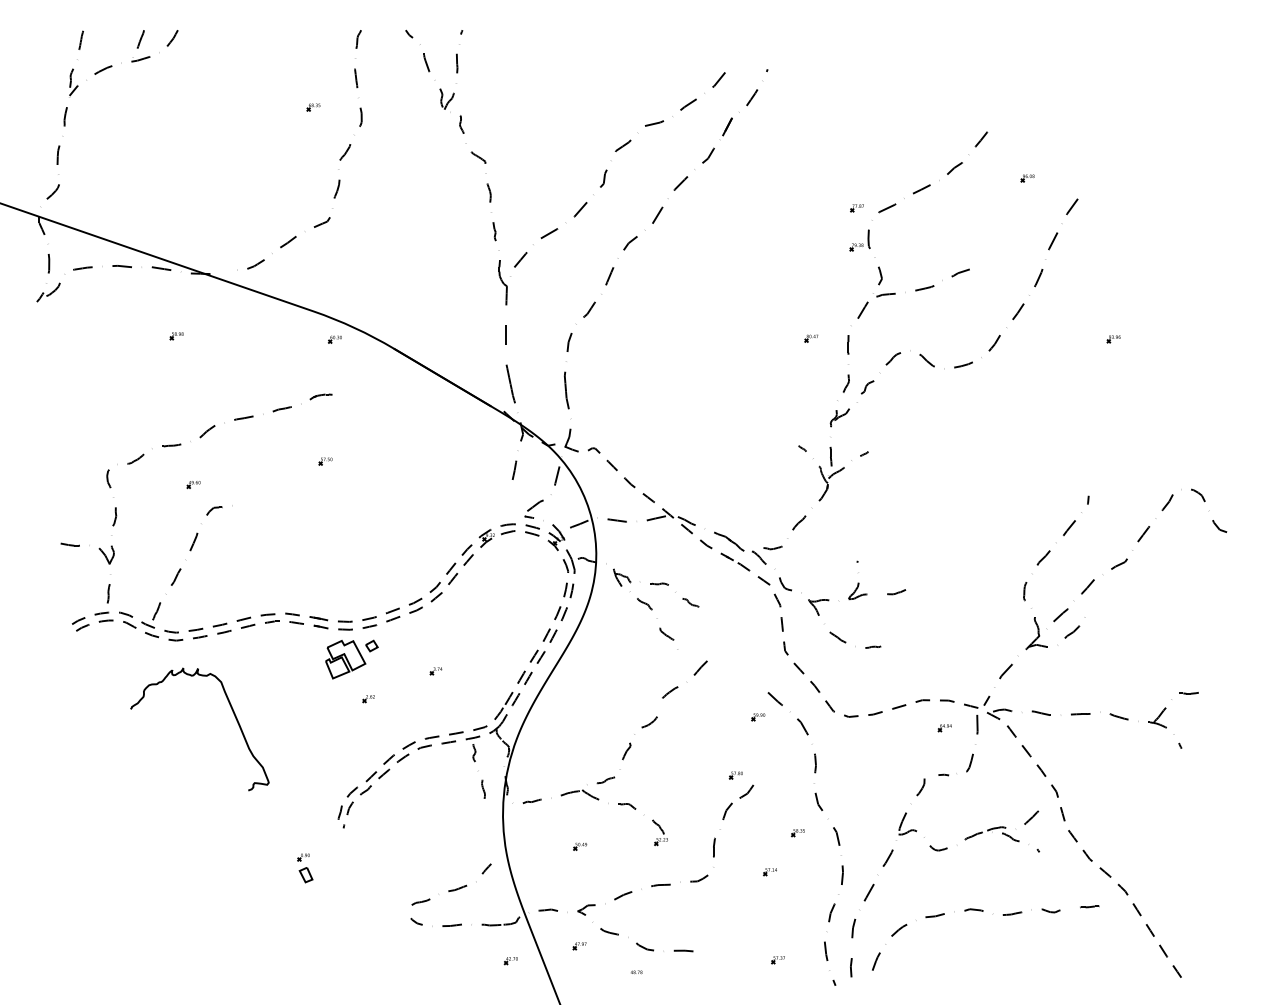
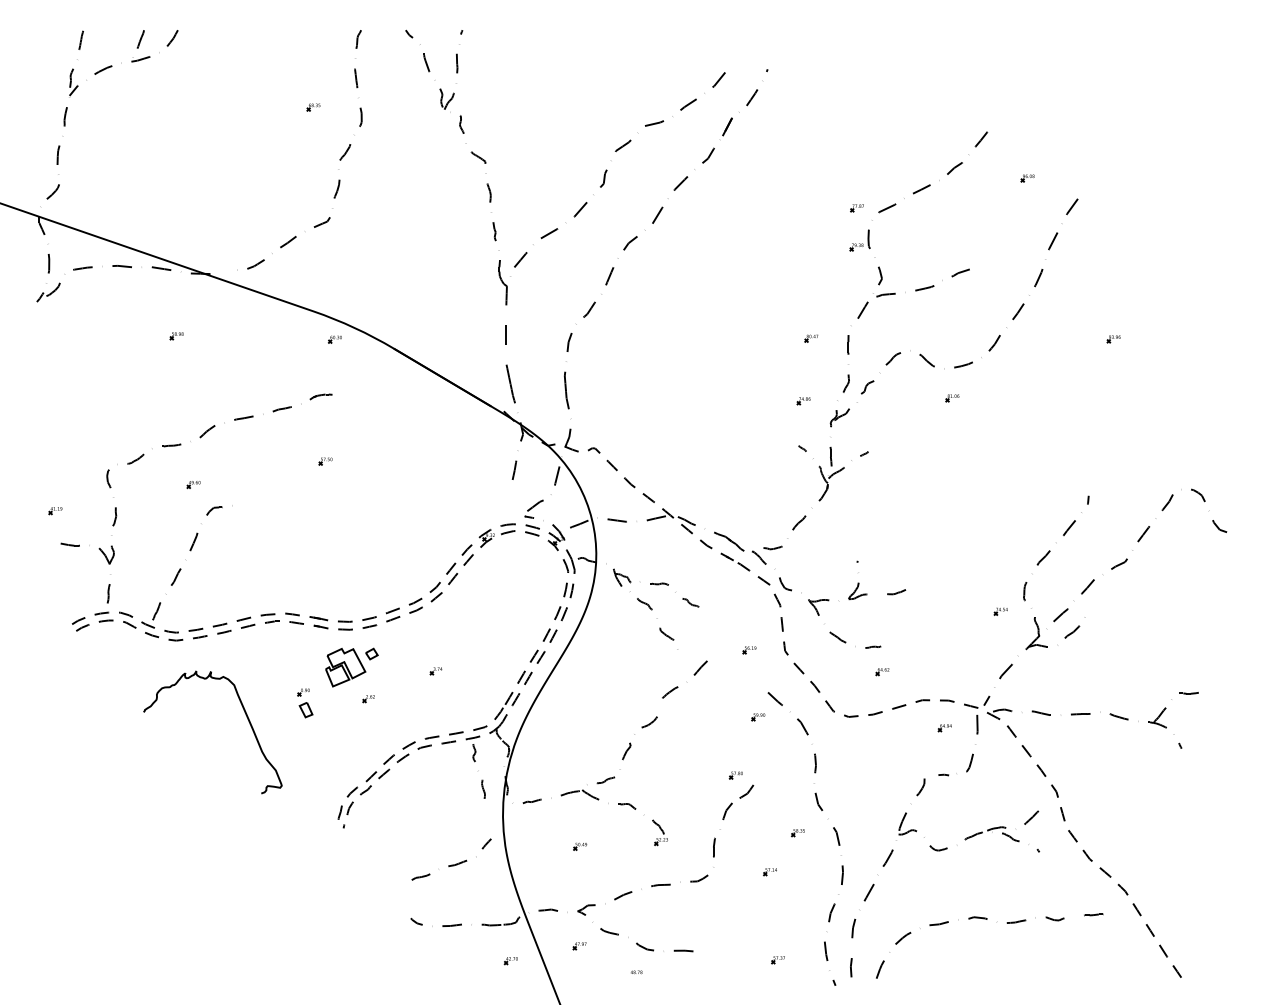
part at (952, 398): none -> present
part at (803, 401): none -> present
part at (55, 511): none -> present
part at (1000, 611): none -> present
part at (749, 650): none -> present
part at (351, 659) position: (351, 659) -> (351, 667)
part at (882, 672): none -> present
curve at (232, 712) position: (232, 712) -> (245, 715)
part at (305, 868) position: (305, 868) -> (305, 703)
curve at (451, 889) position: (451, 889) -> (451, 864)
curve at (992, 914) position: (992, 914) -> (996, 922)
